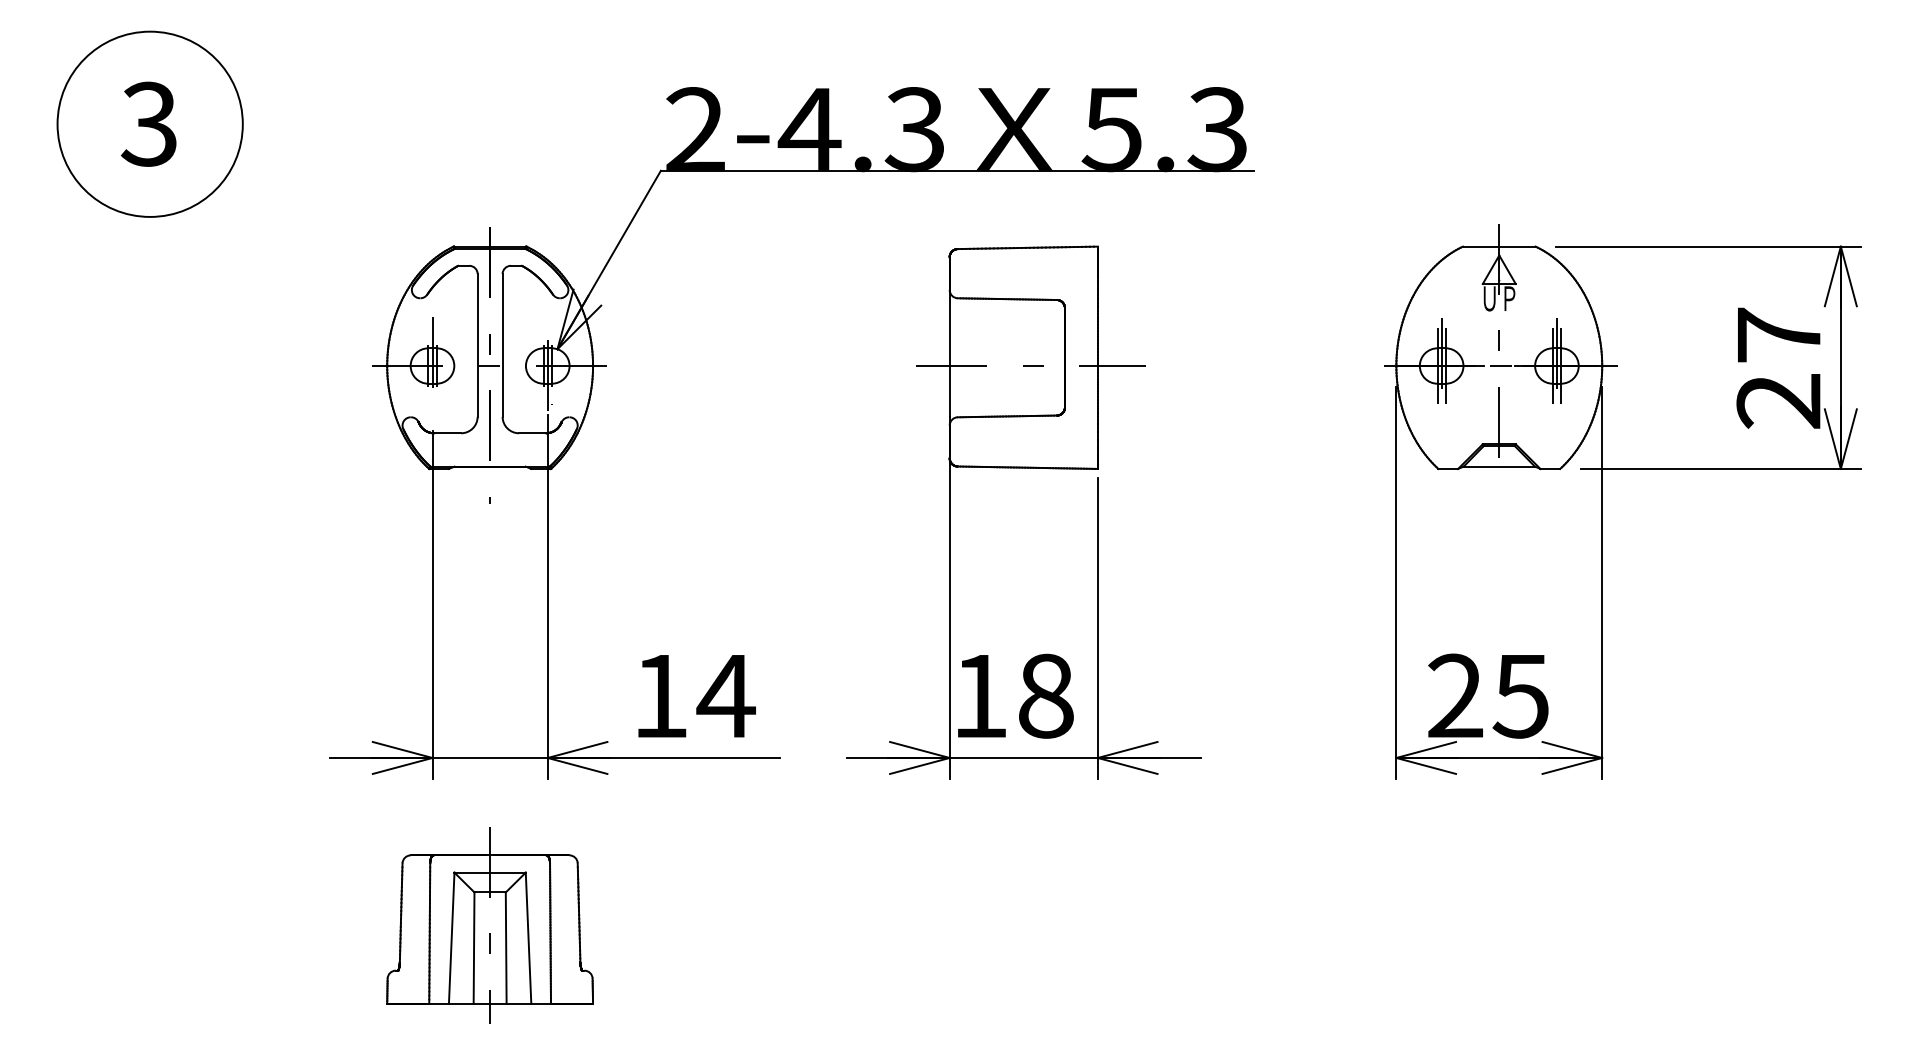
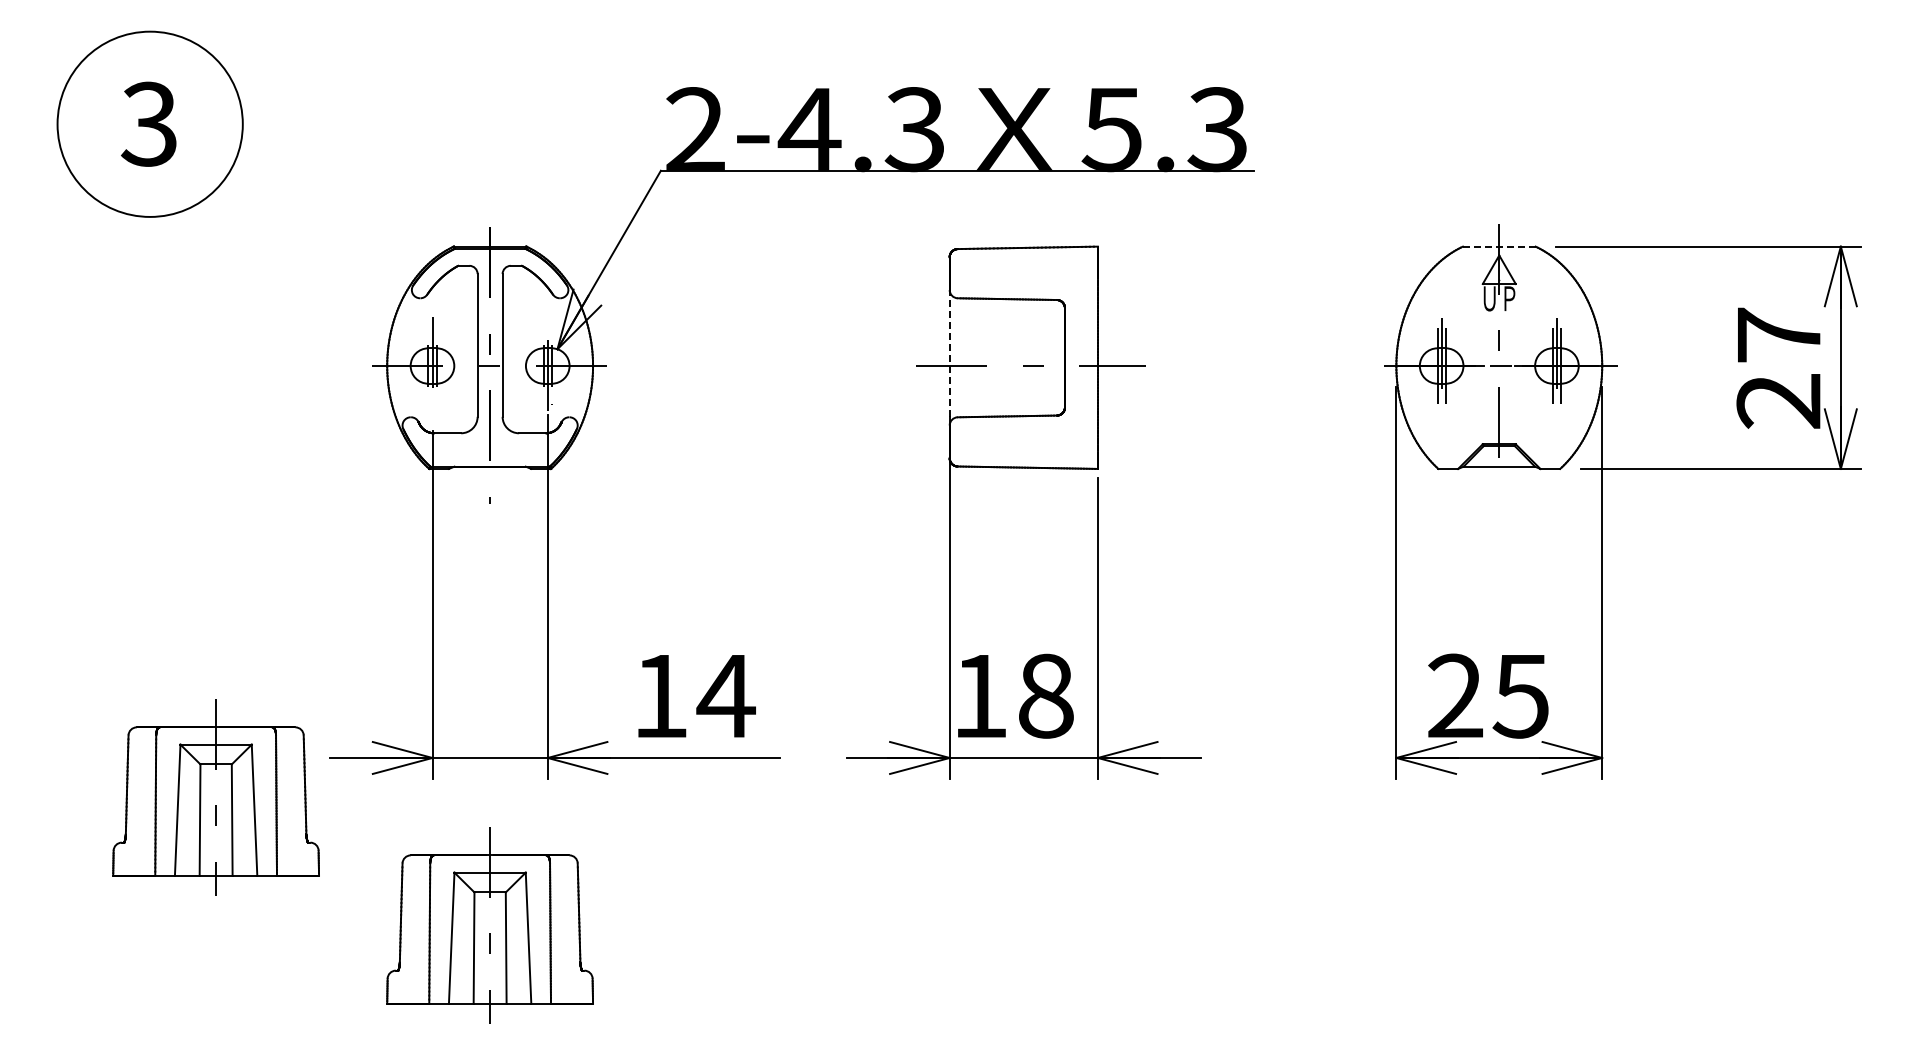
line at (1499, 246): solid -> dashed
line at (949, 352): solid -> dashed
part at (215, 797): none -> present
